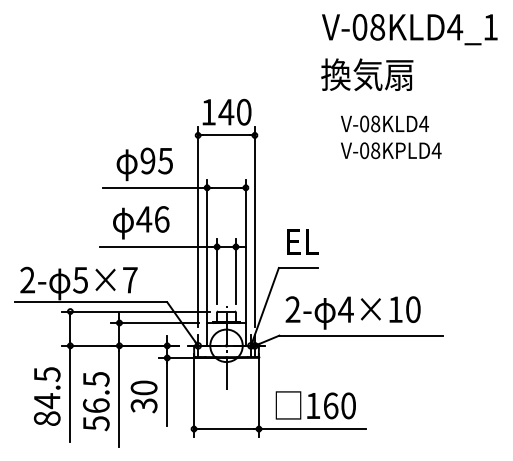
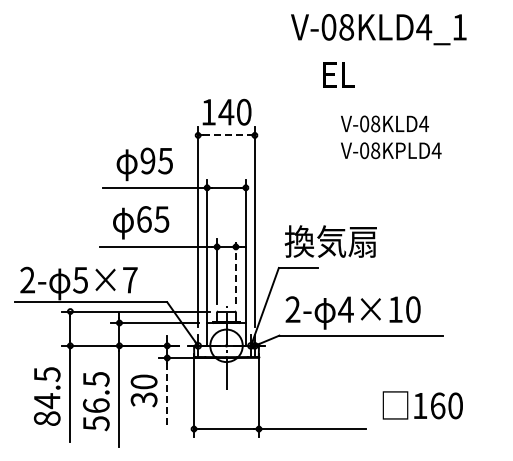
text at (409, 29) position: (409, 29) -> (378, 29)
text at (367, 74): 換気扇 -> EL
line at (227, 135): solid -> dashed
text at (152, 219): 46 -> 65
text at (330, 241): EL -> 換気扇
line at (235, 271): solid -> dashed
line at (167, 394): solid -> dashed
text at (143, 396) position: (143, 396) -> (143, 390)
text at (315, 405) position: (315, 405) -> (422, 405)
